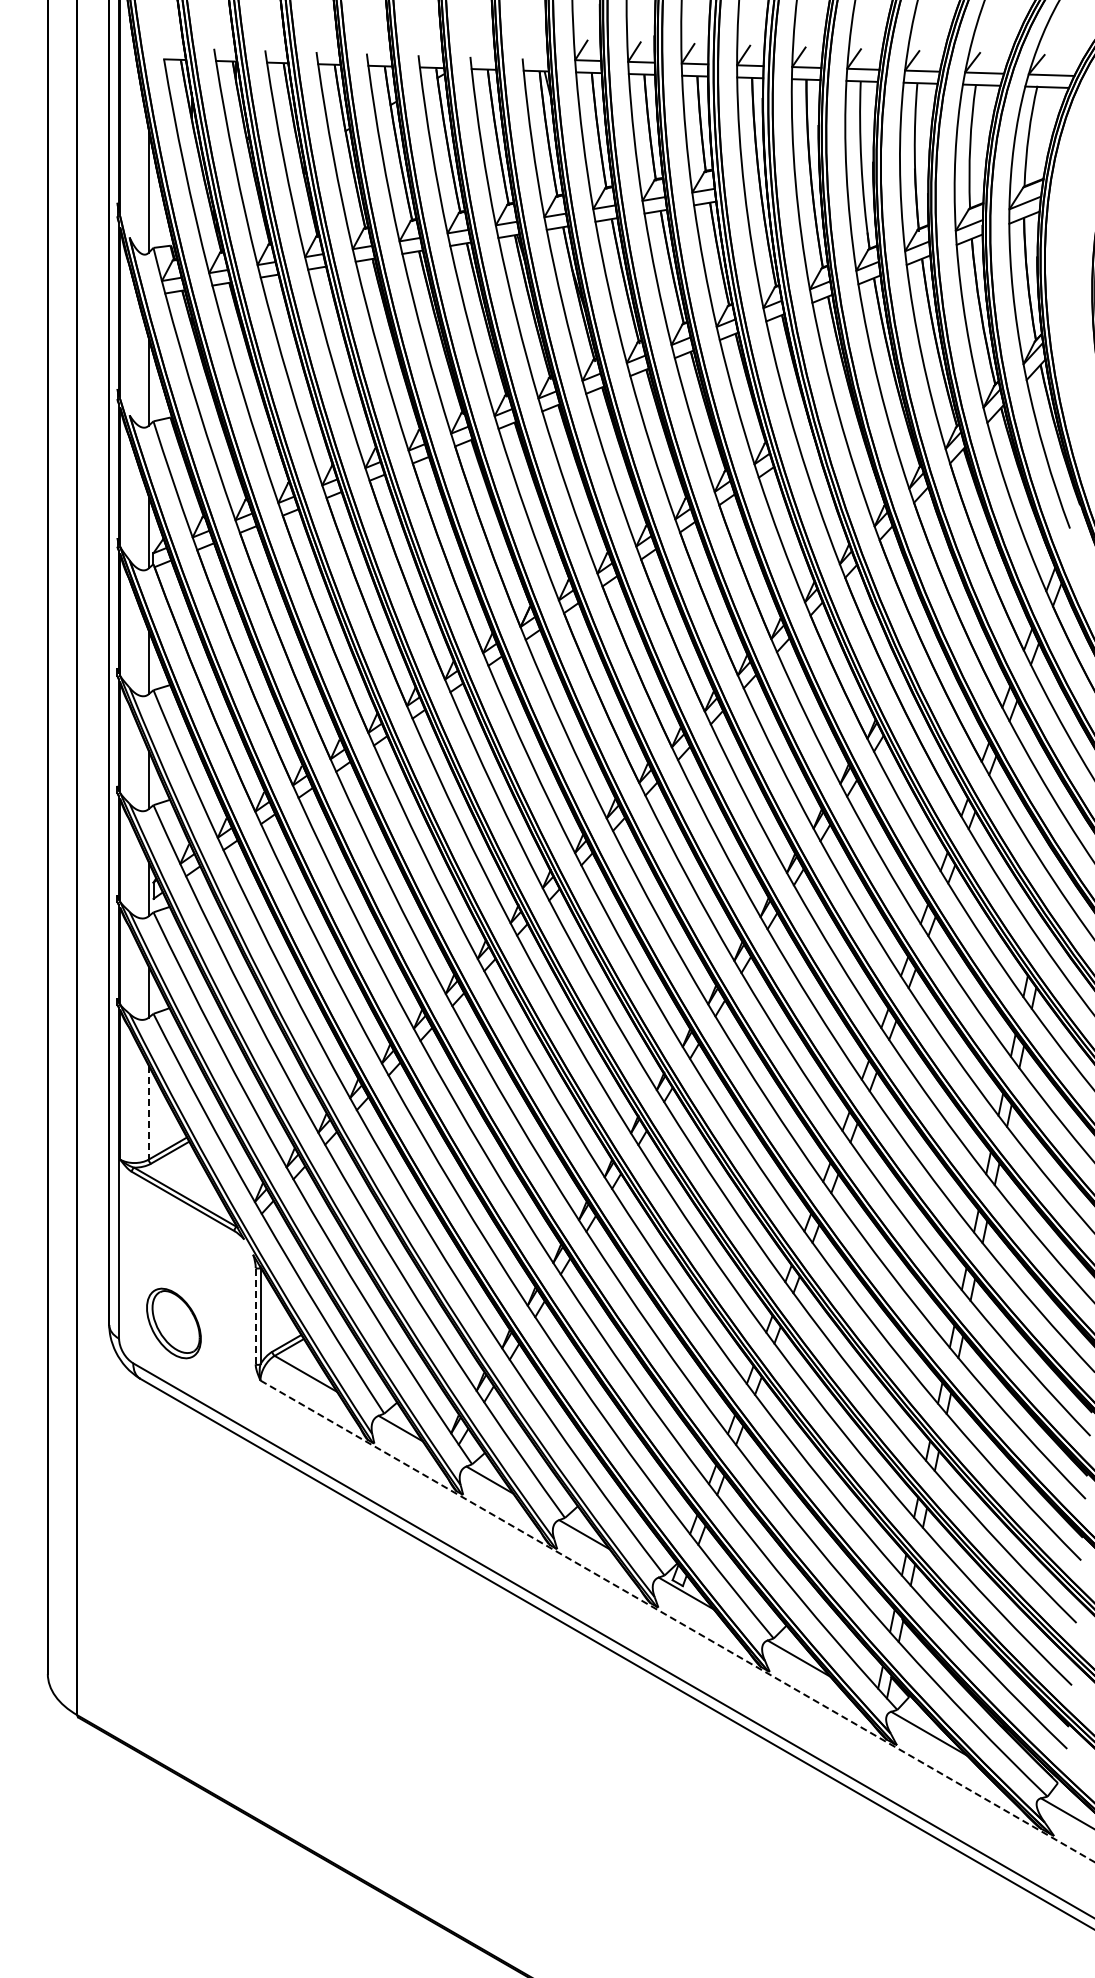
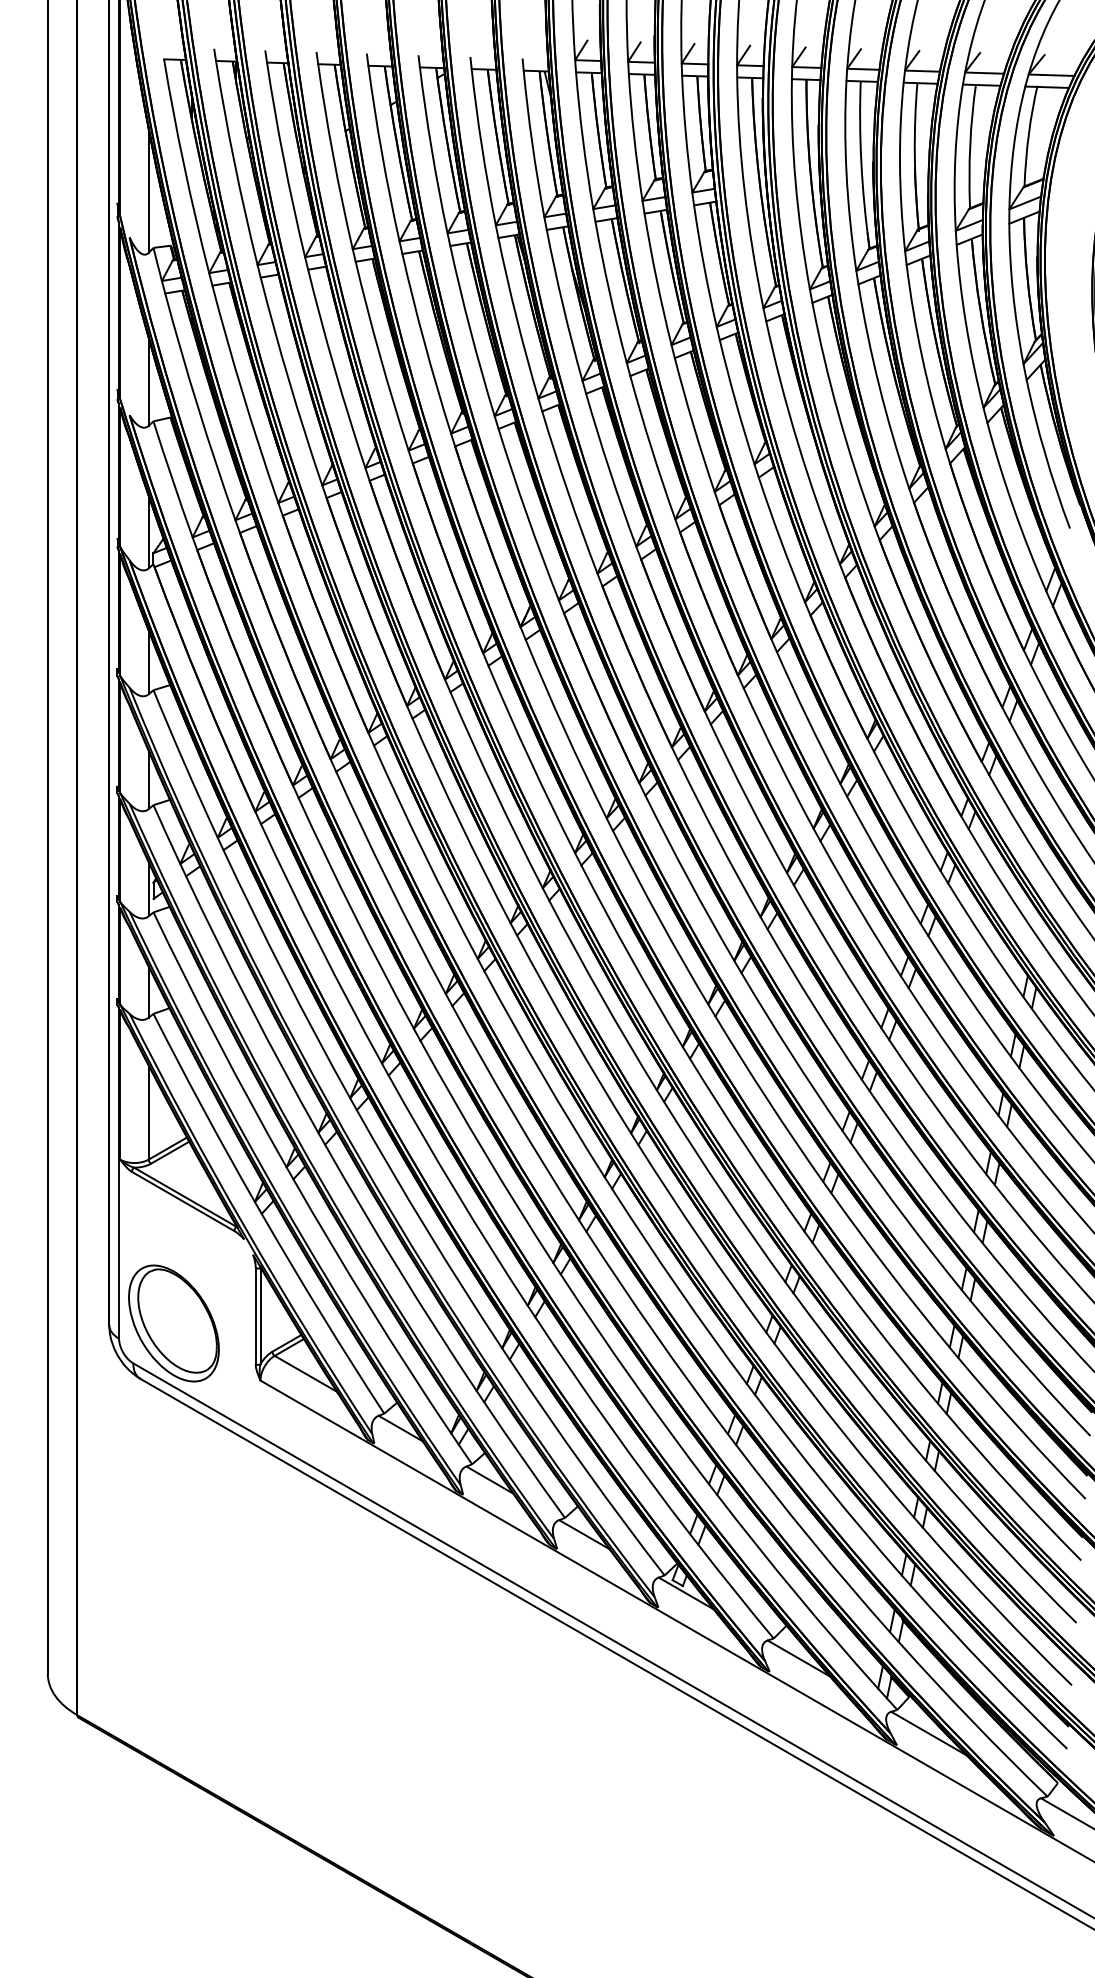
line at (148, 1112): dashed -> solid
line at (255, 1315): dashed -> solid
part at (173, 1323) size: 56x73 px -> 92x119 px
line at (677, 1621): dashed -> solid
